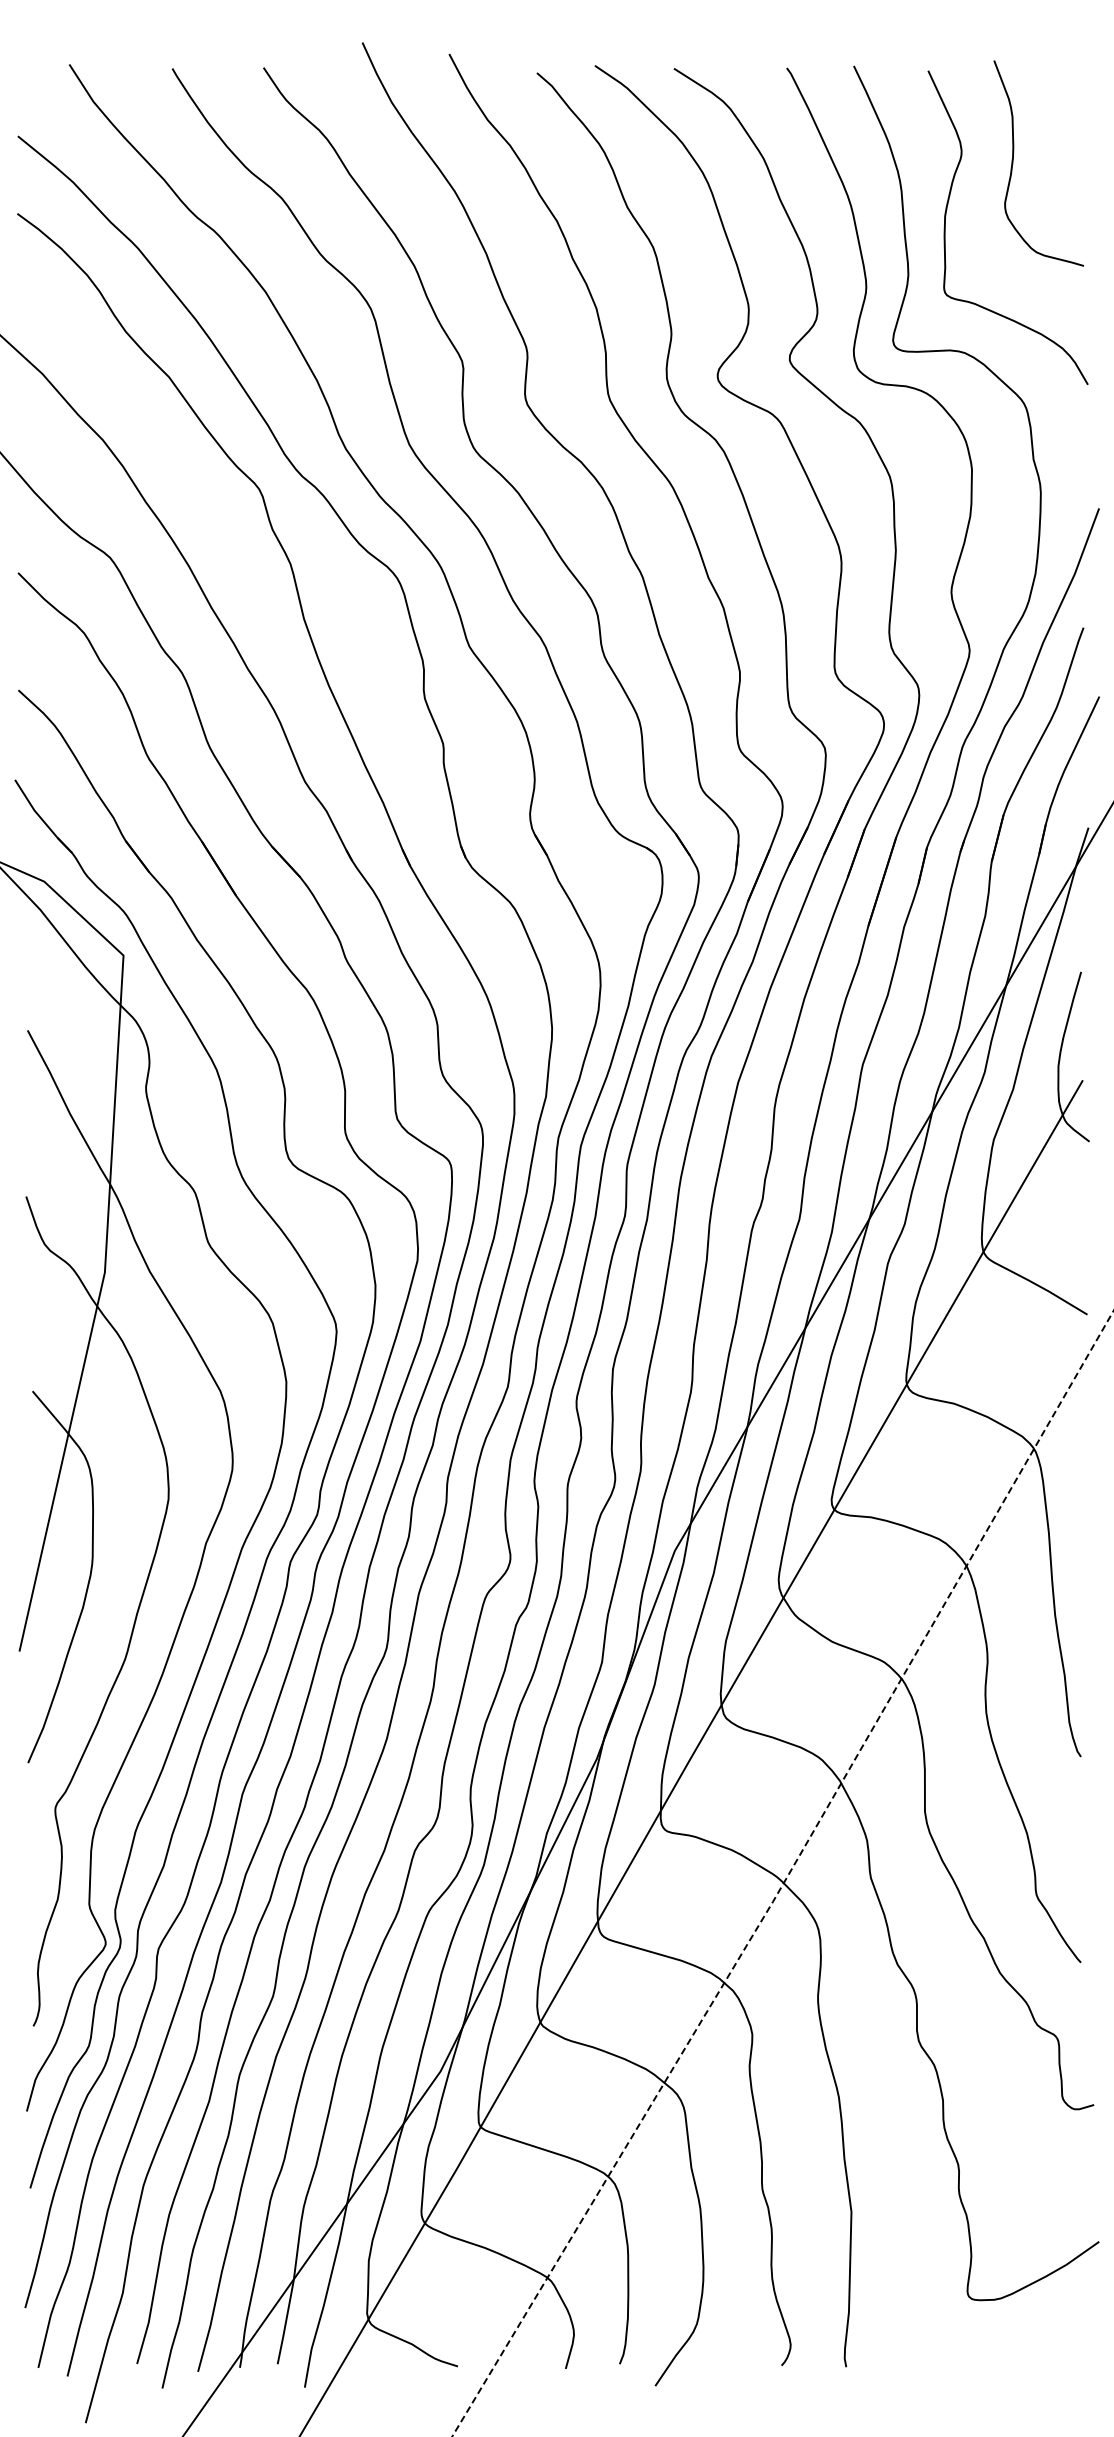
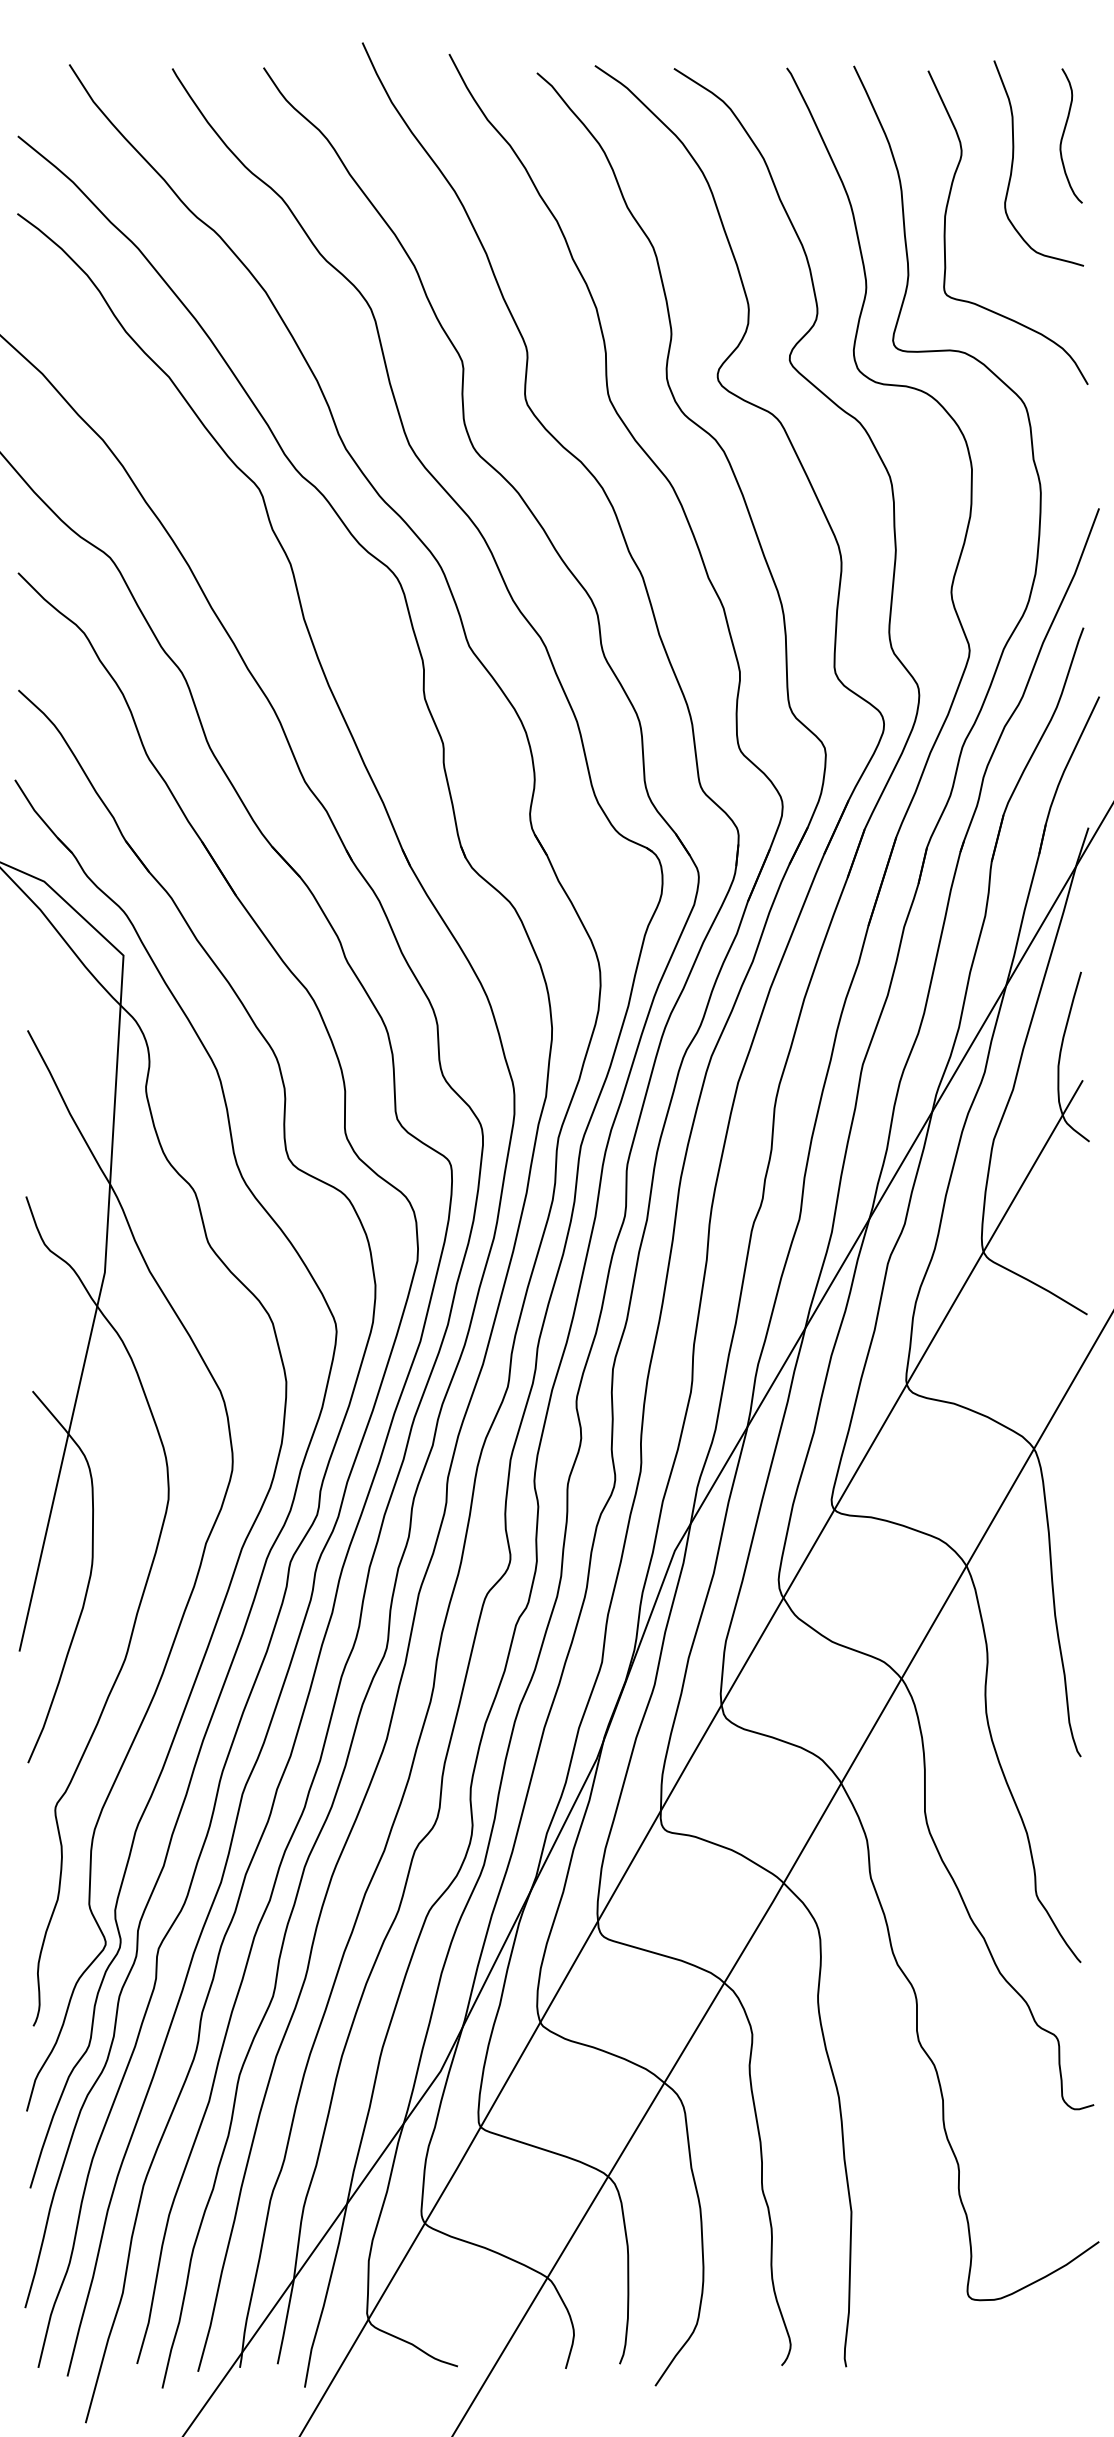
curve at (1064, 134): none -> present
line at (787, 1876): dashed -> solid
